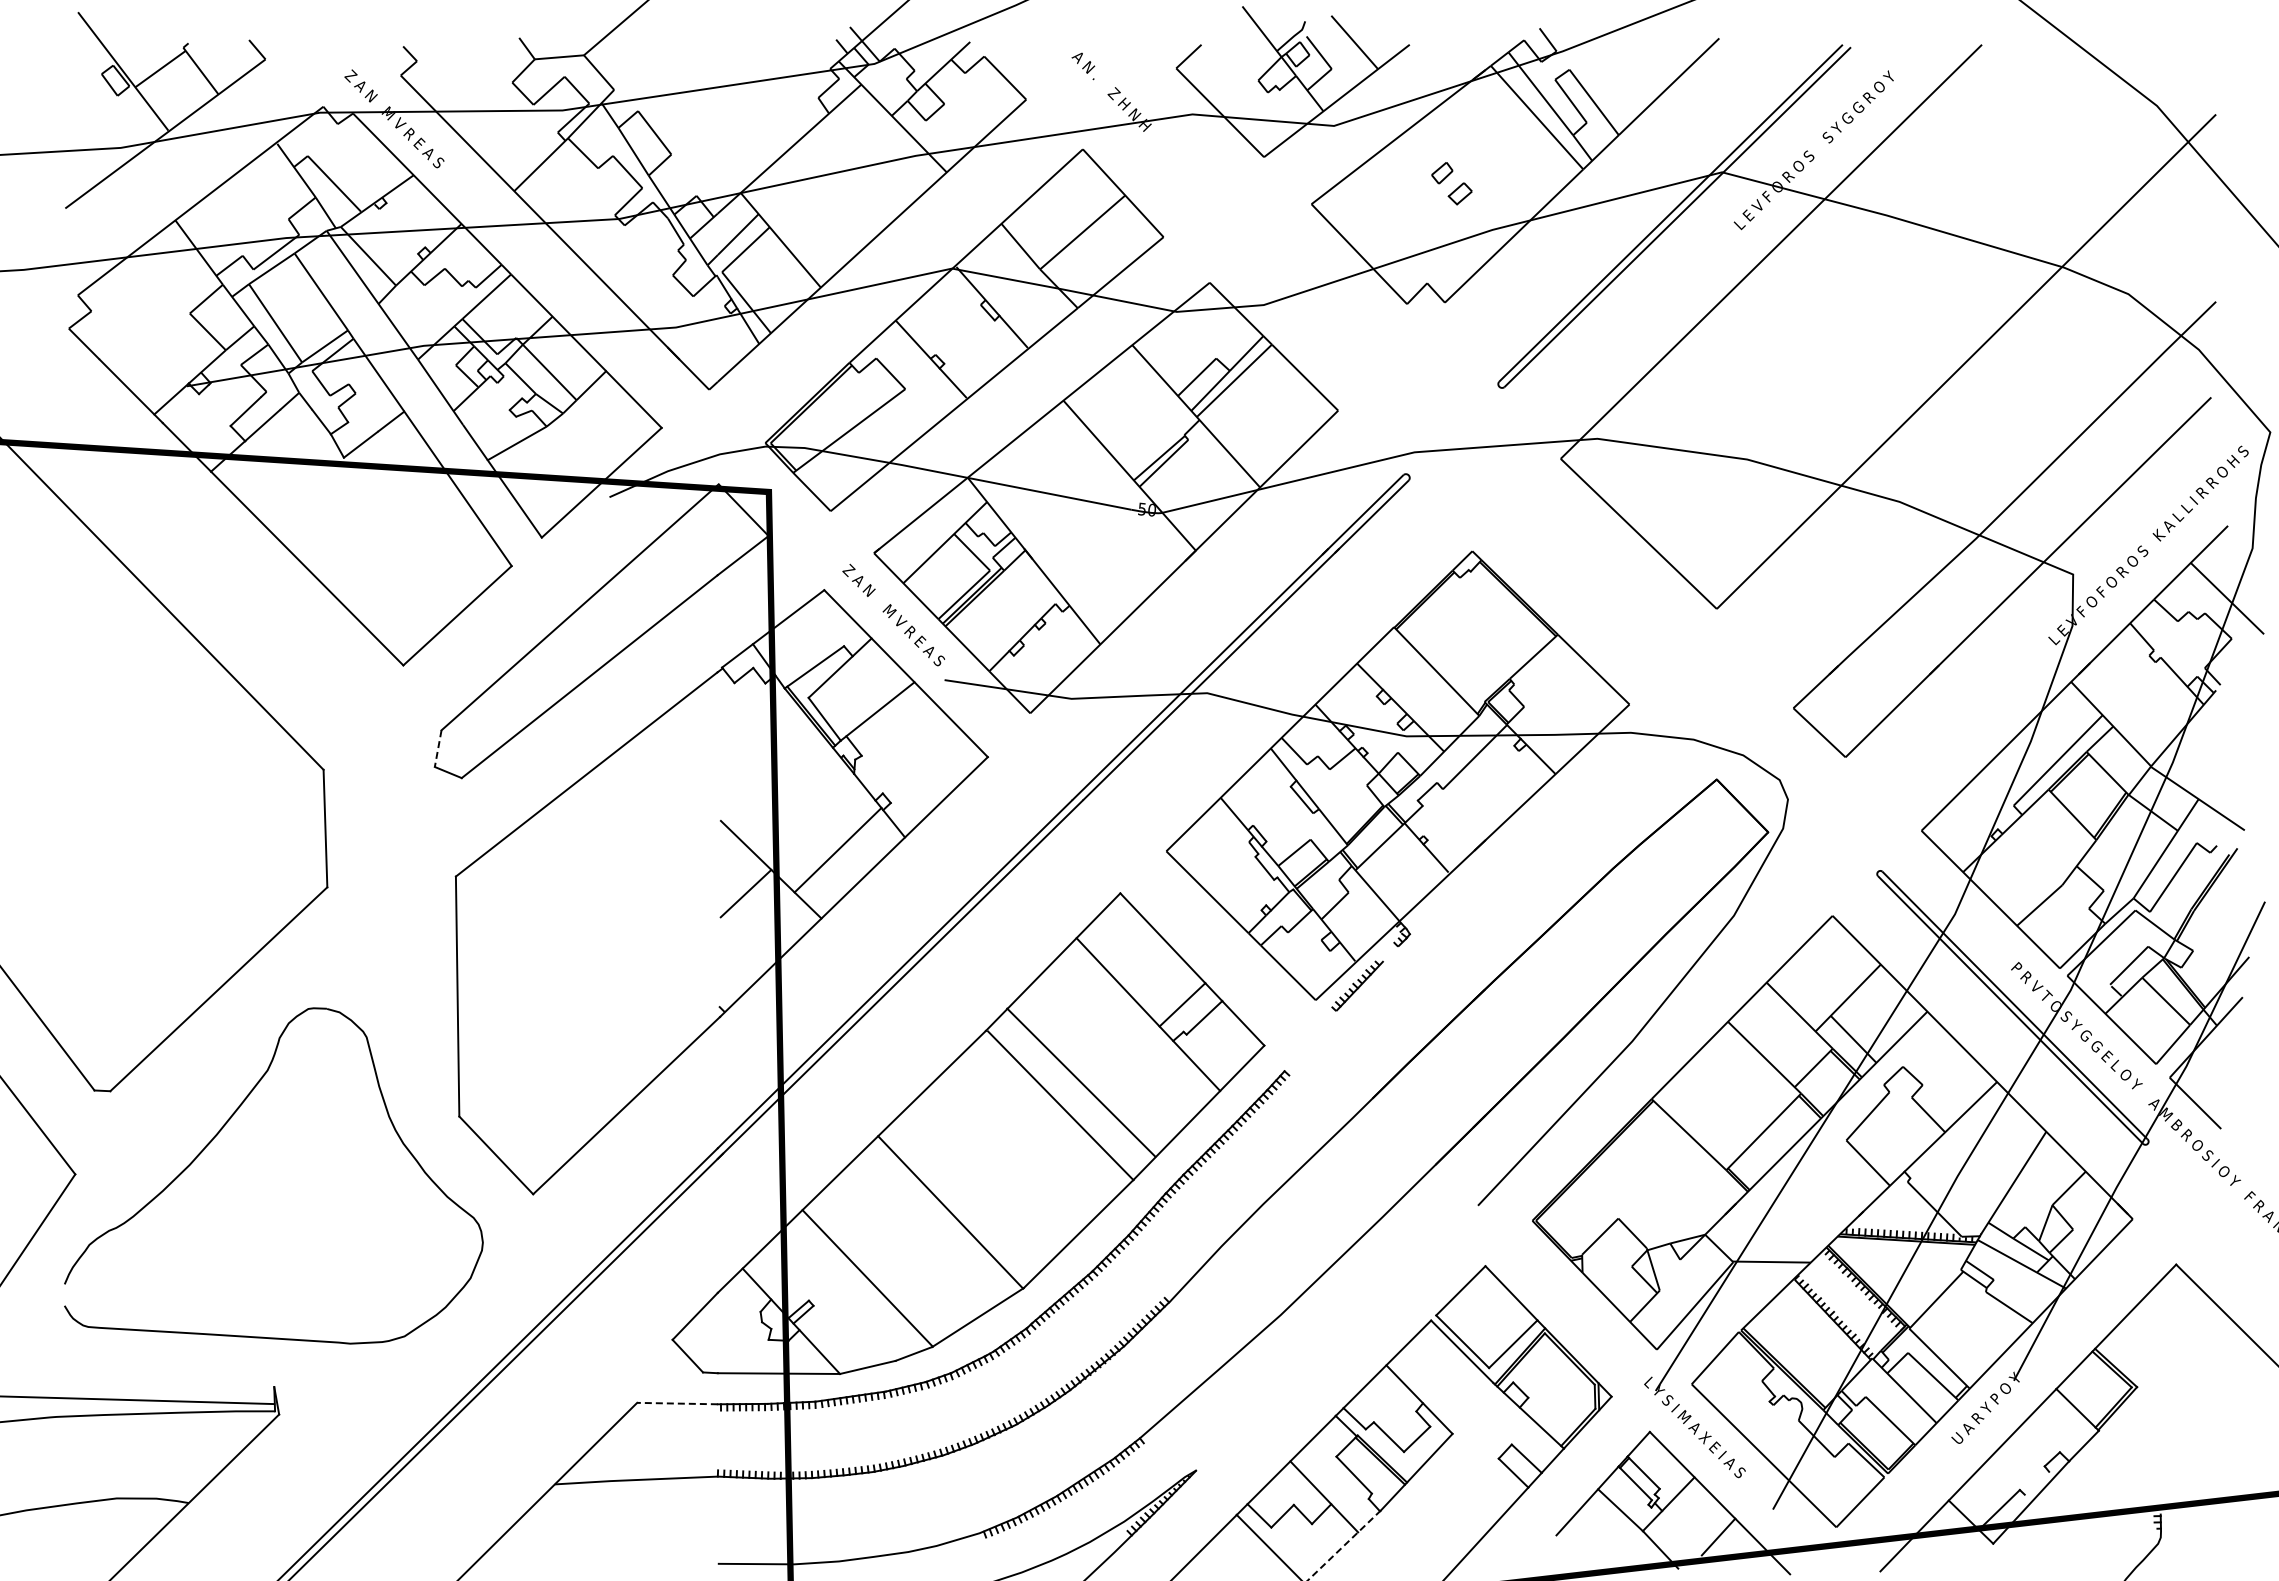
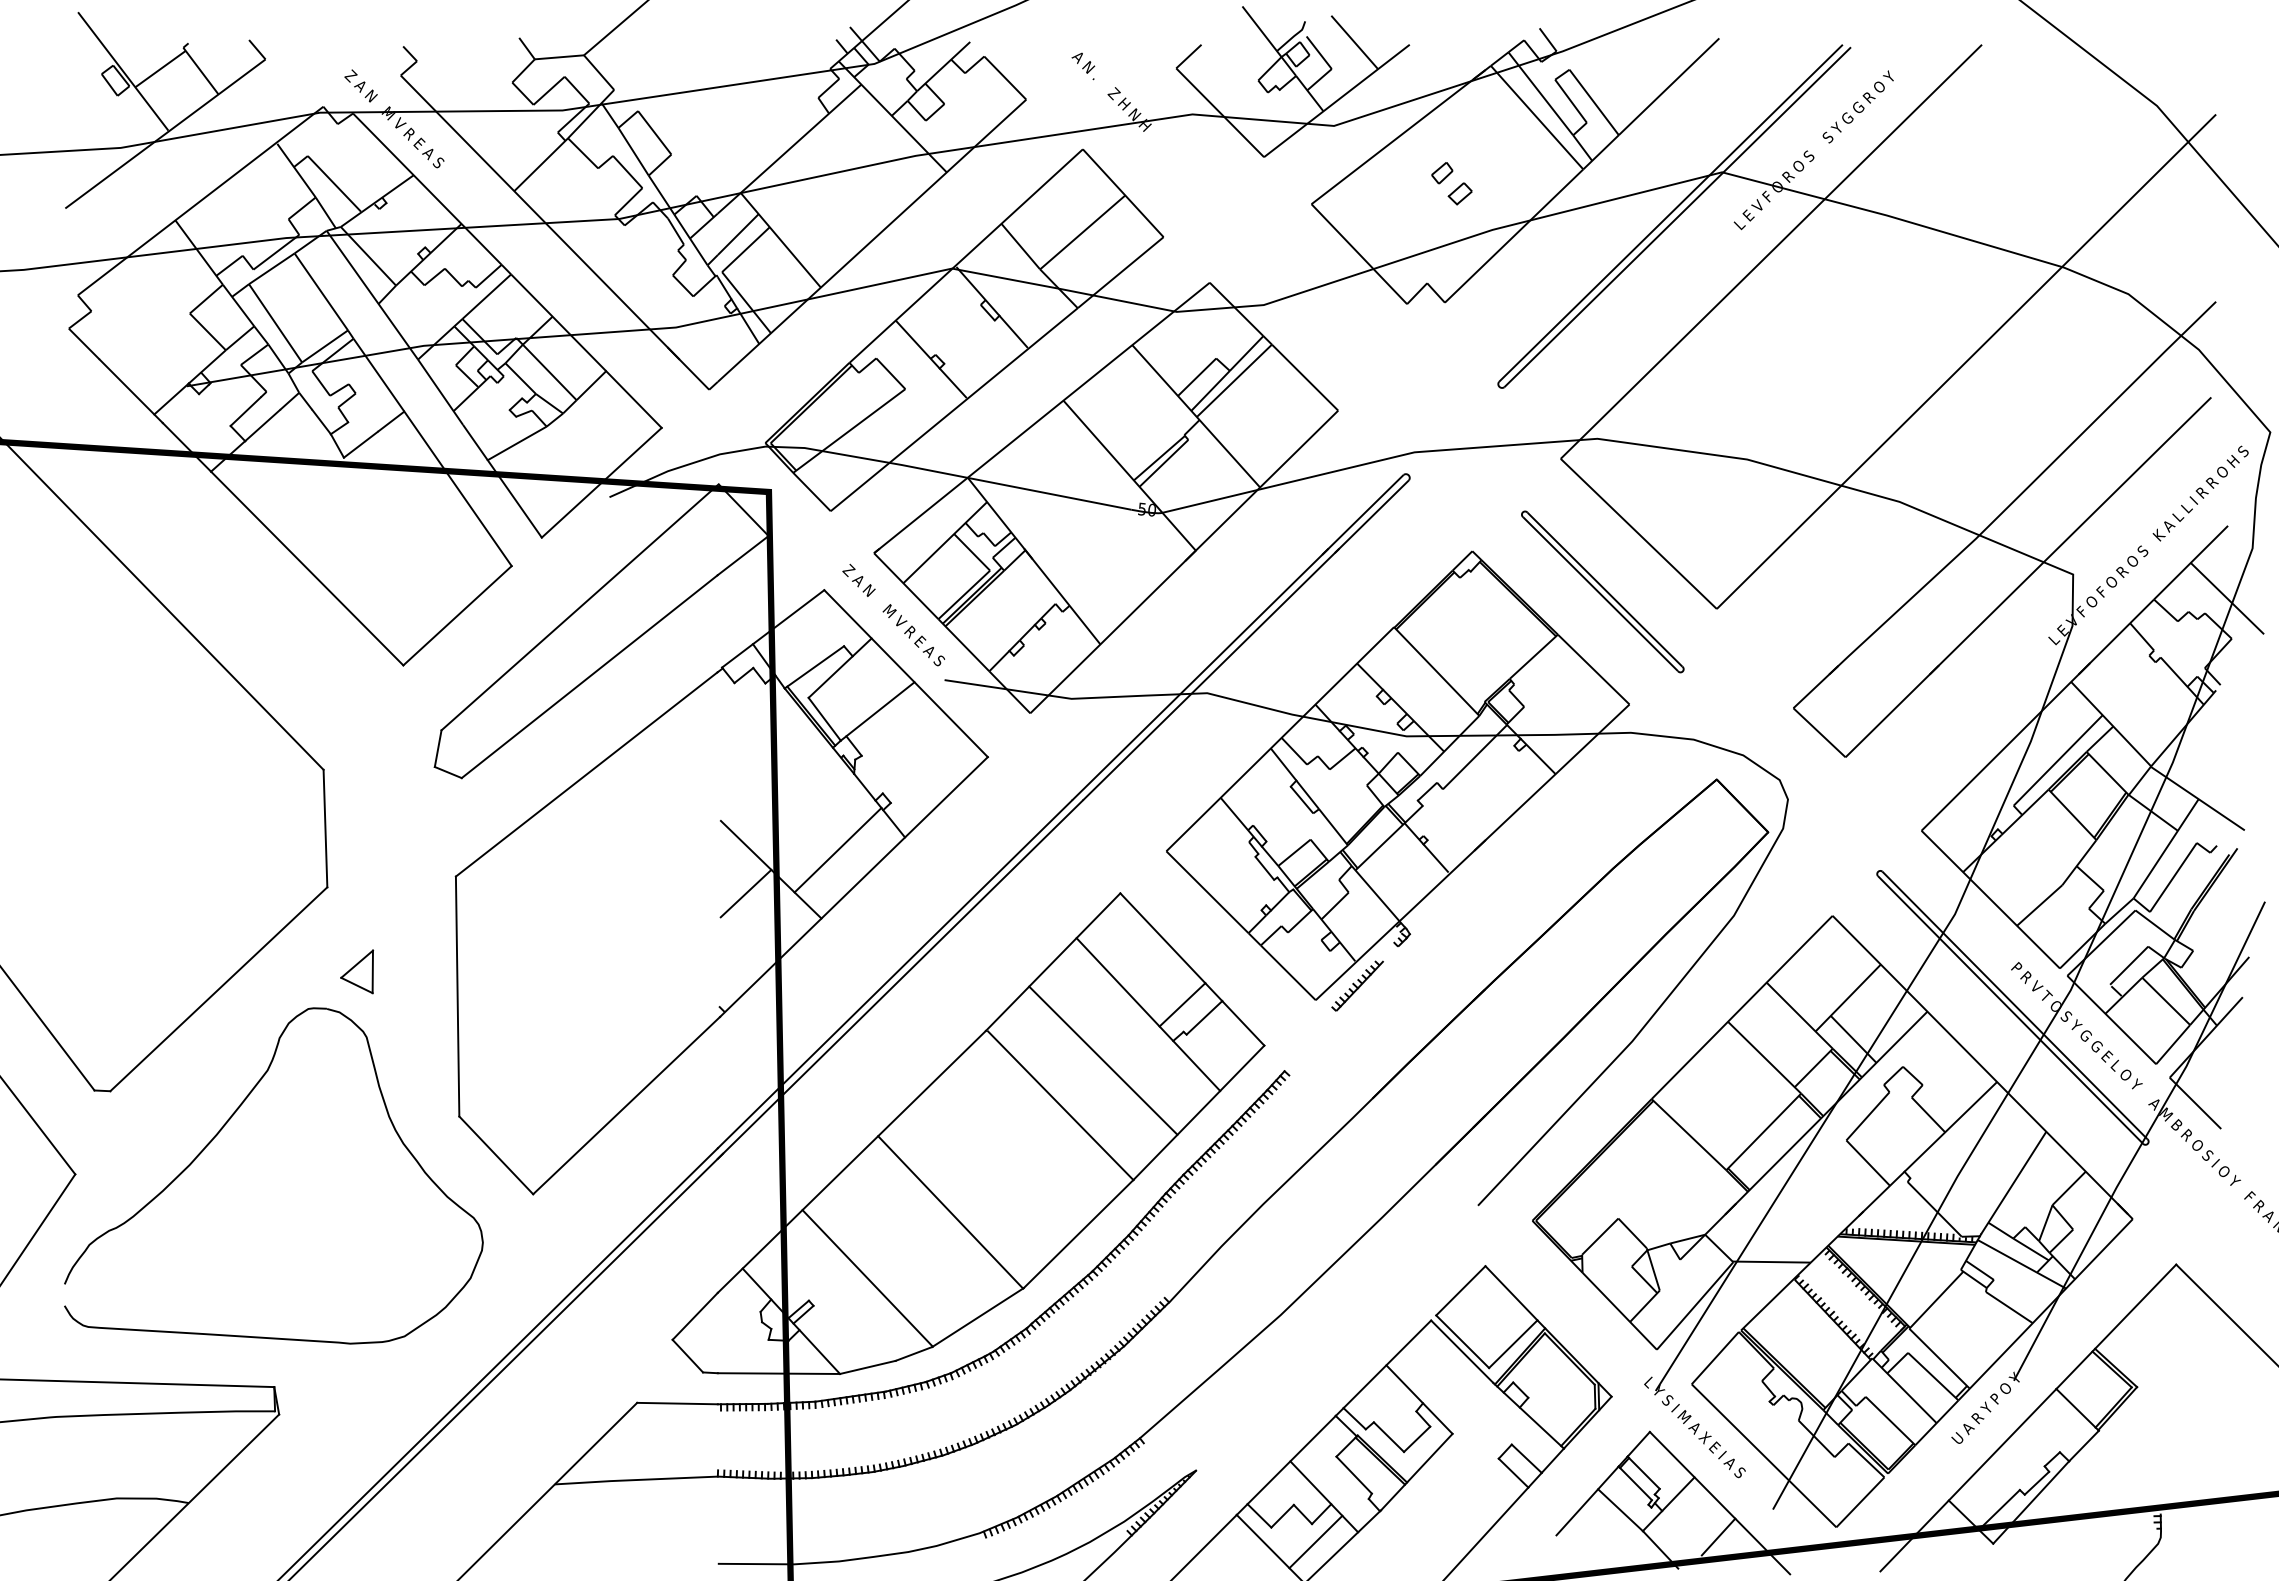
part at (1602, 591): none -> present
line at (438, 748): dashed -> solid
part at (357, 971): none -> present
line at (1081, 1082) position: (1081, 1082) -> (1103, 1060)
line at (138, 1400) position: (138, 1400) -> (138, 1383)
line at (677, 1403): dashed -> solid
line at (2036, 1482): none -> present
line at (1315, 1541): none -> present
line at (1344, 1545): dashed -> solid
